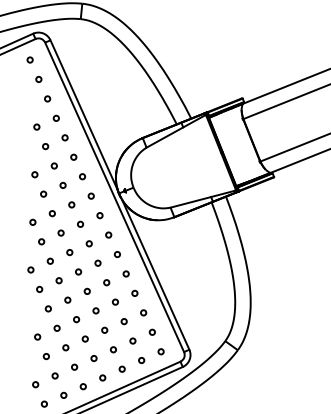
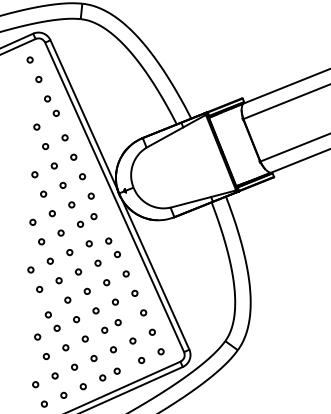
circle at (55, 117) position: (55, 117) -> (55, 112)
circle at (99, 215) position: (99, 215) -> (93, 216)
circle at (108, 234) position: (108, 234) -> (108, 240)
circle at (47, 308) position: (47, 308) -> (47, 314)
circle at (123, 321) position: (123, 321) -> (117, 322)
circle at (121, 368) position: (121, 368) -> (116, 370)
